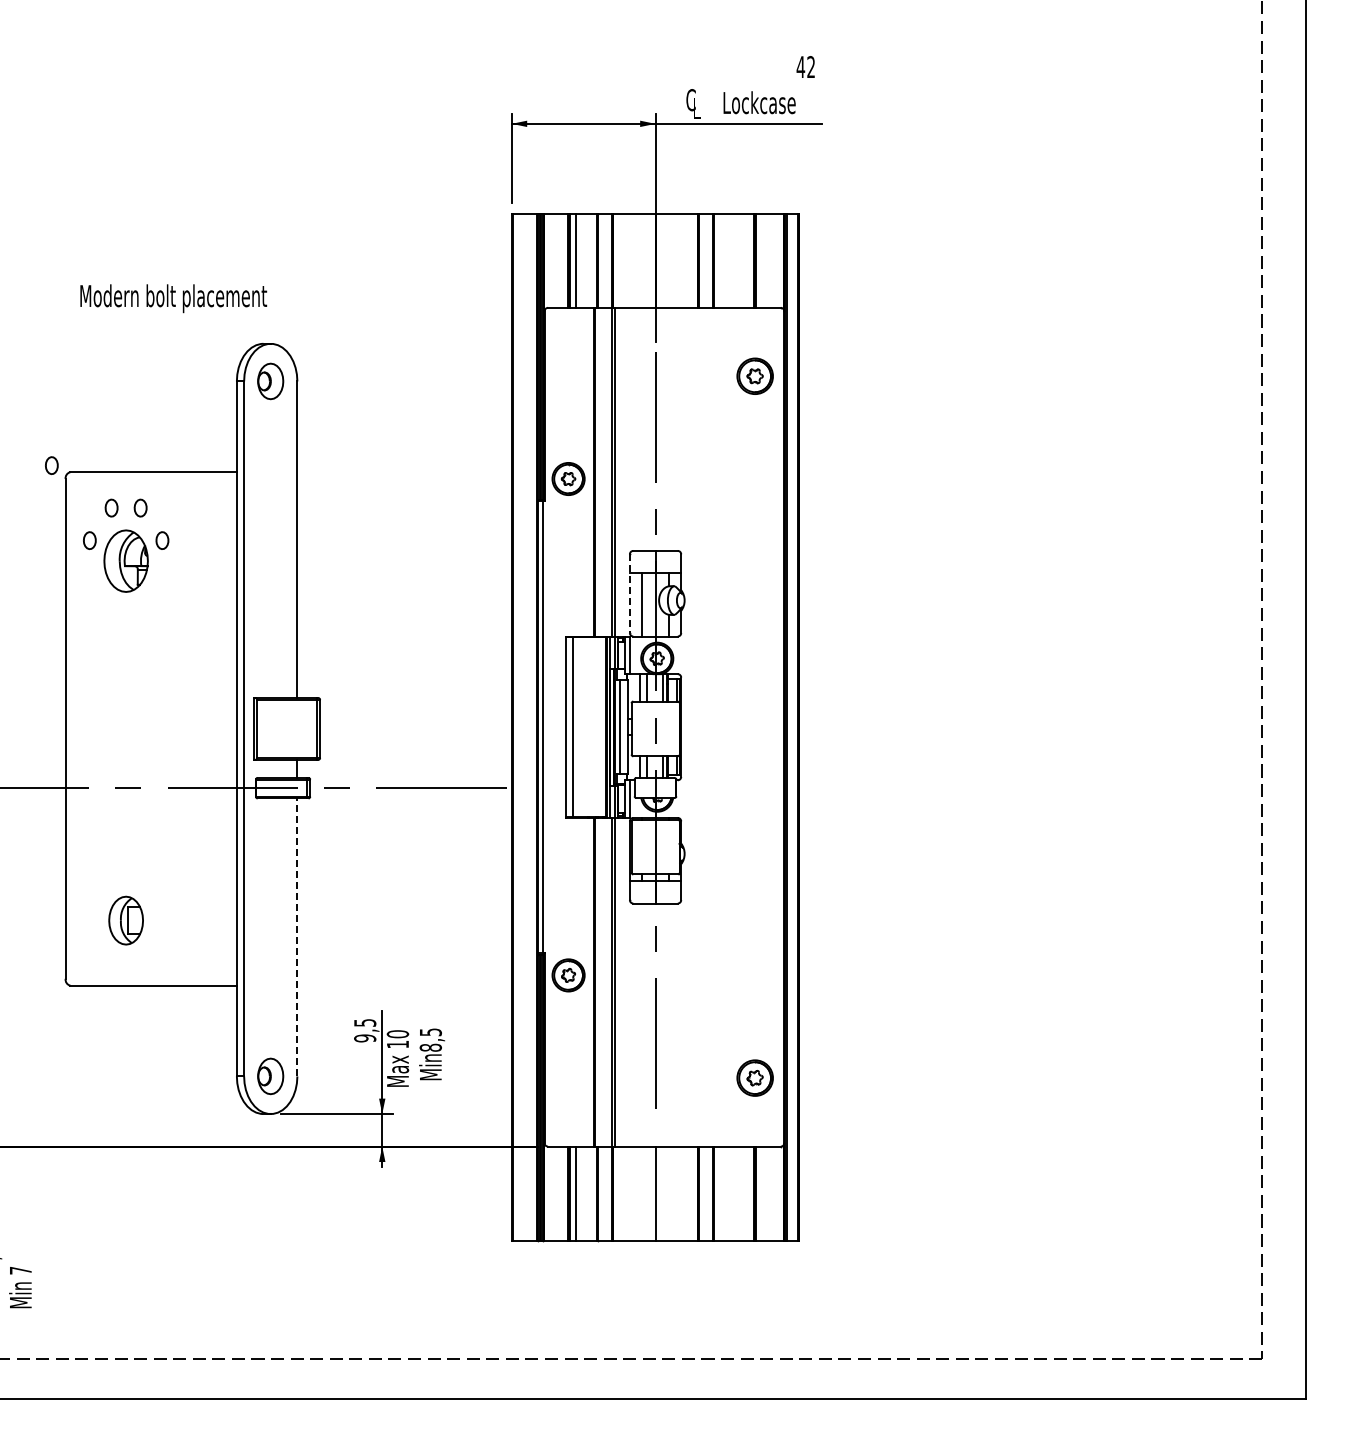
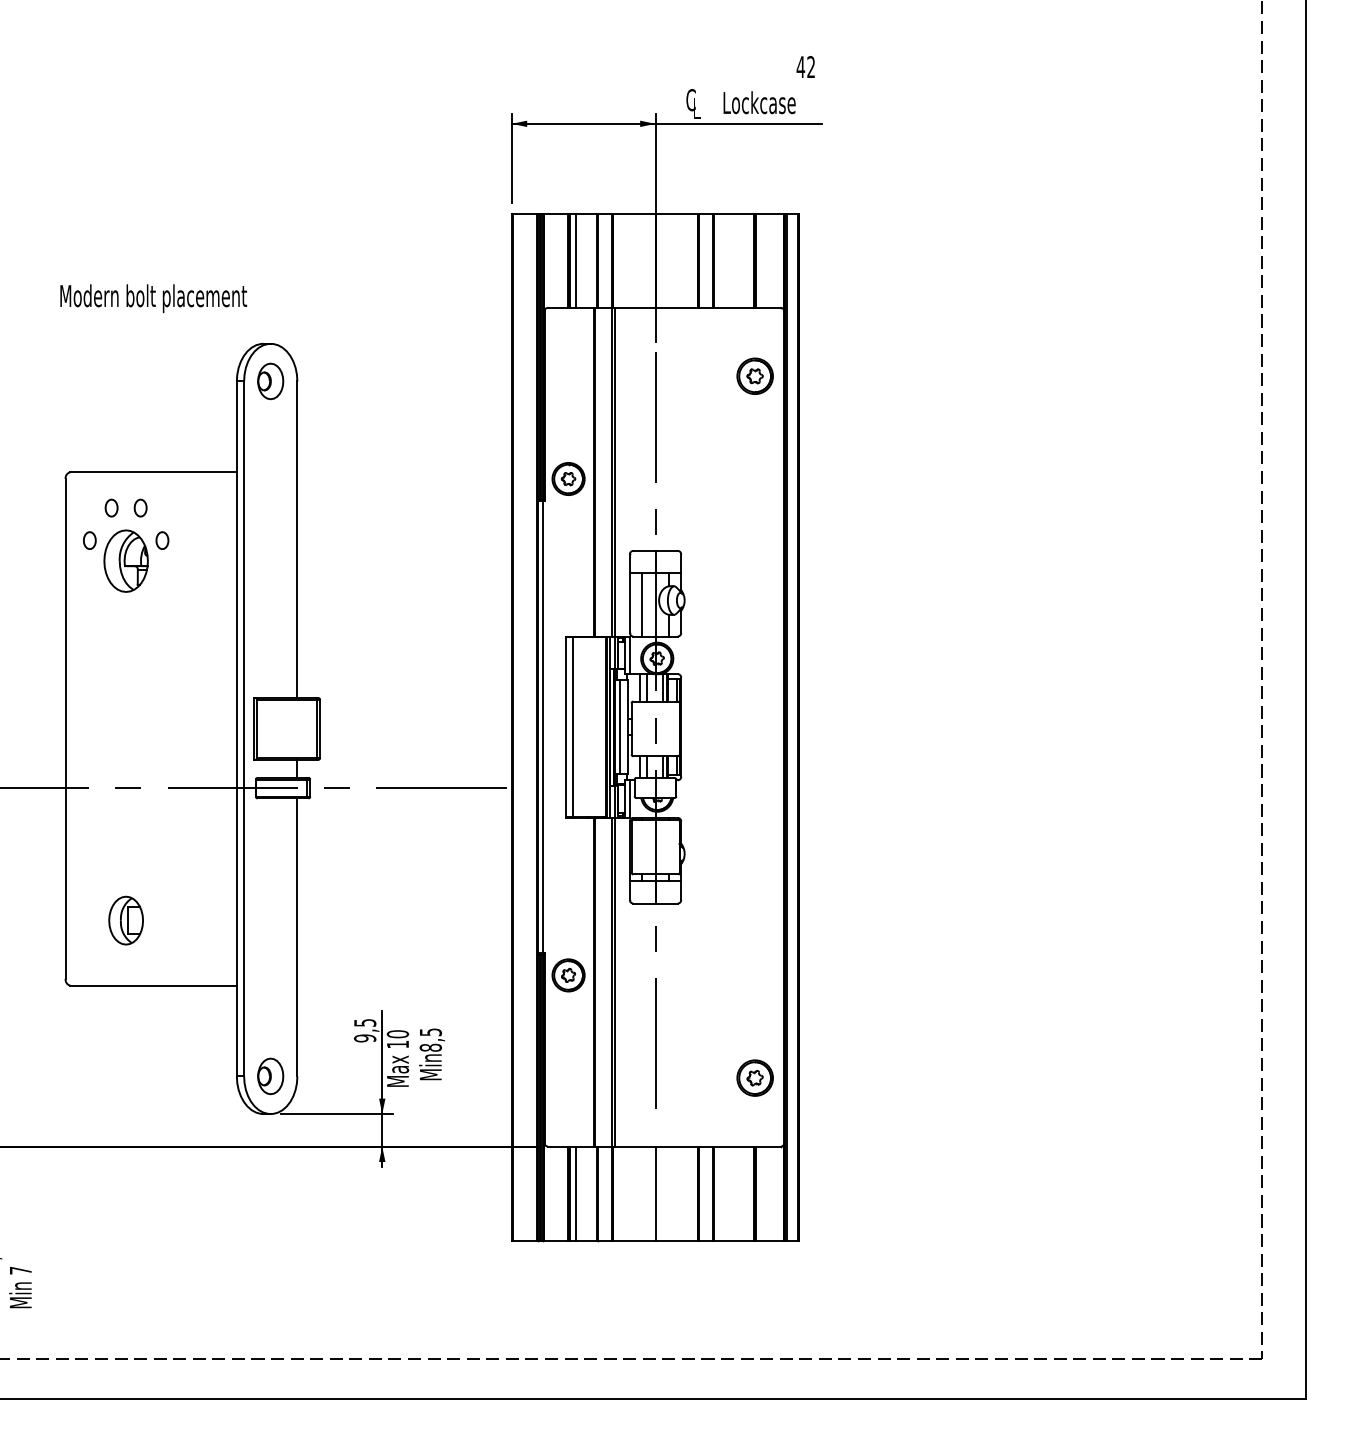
text at (173, 298) position: (173, 298) -> (153, 298)
part at (51, 465): present -> none
line at (629, 594): dashed -> solid
line at (297, 937): dashed -> solid
